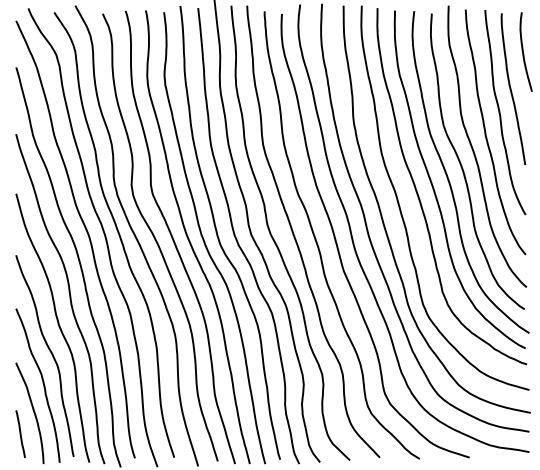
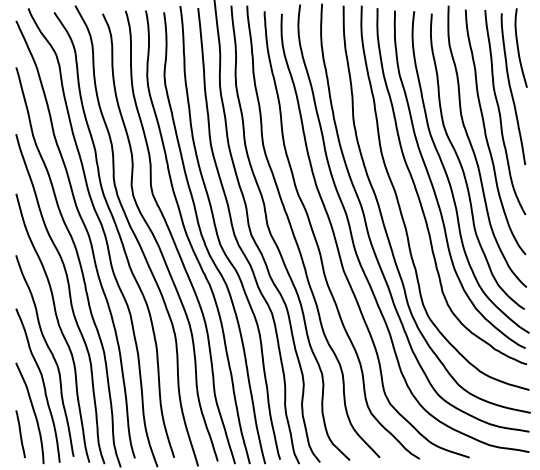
curve at (523, 51) position: (523, 51) -> (518, 47)
